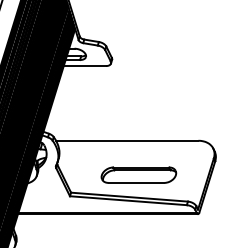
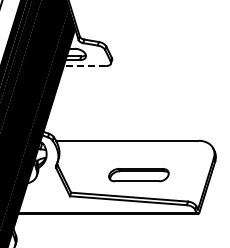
line at (84, 66): solid -> dashed
part at (138, 174) size: 78x18 px -> 62x15 px
